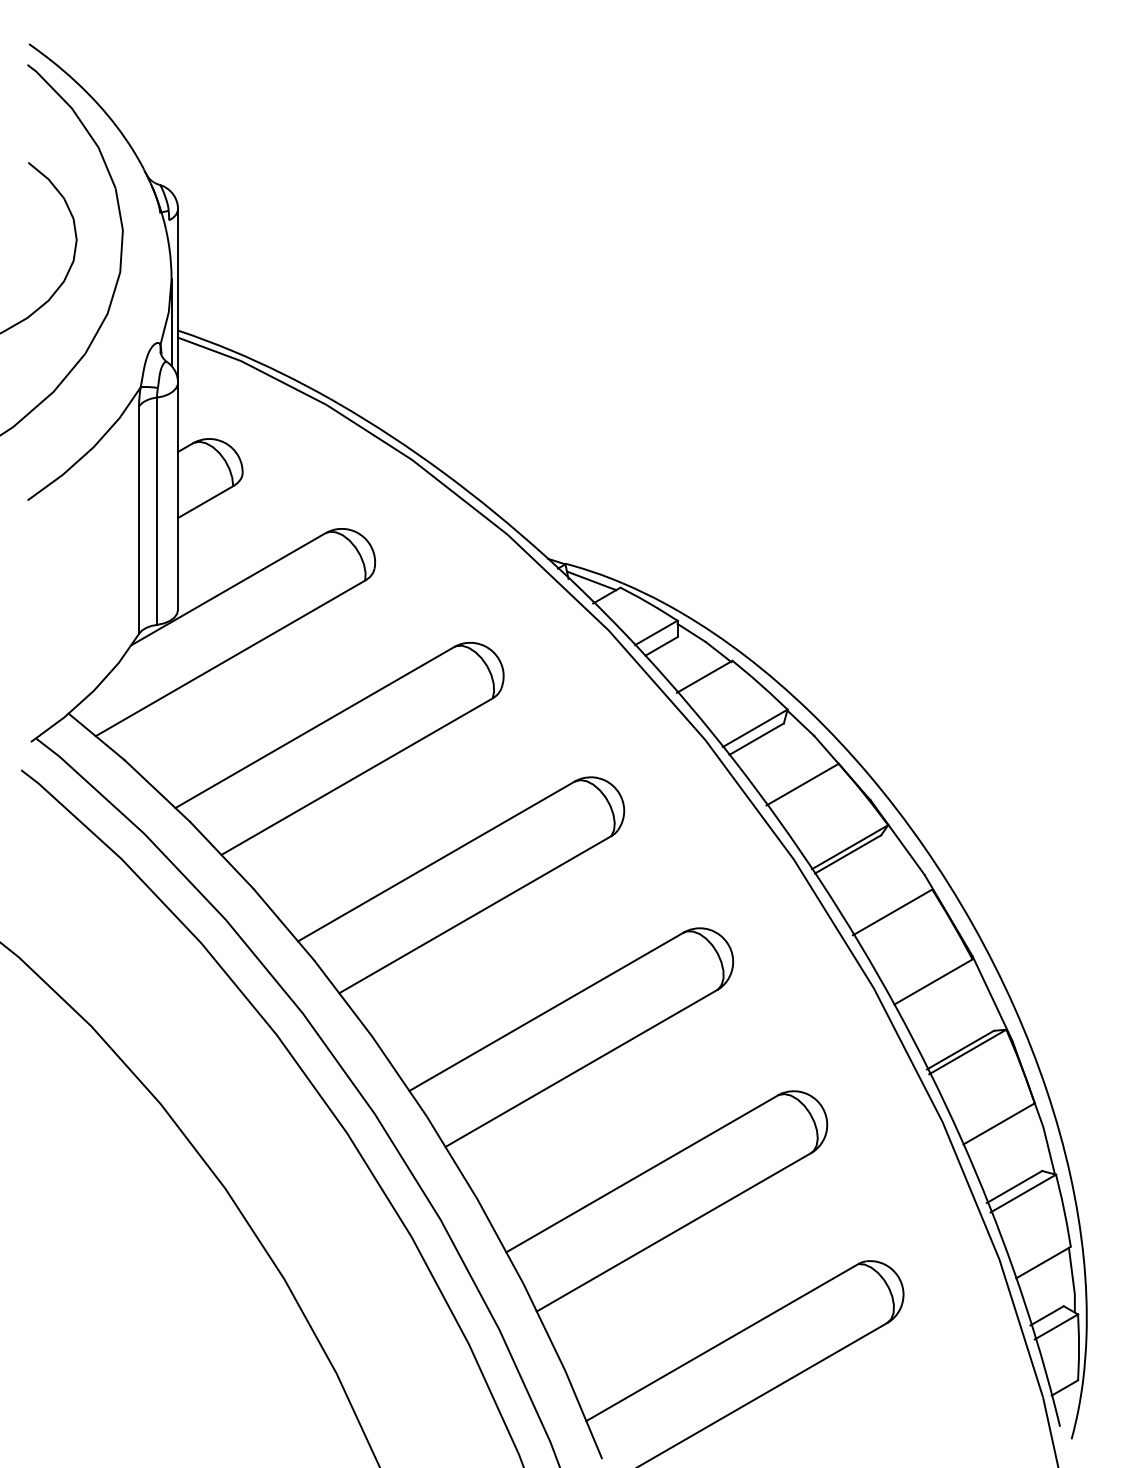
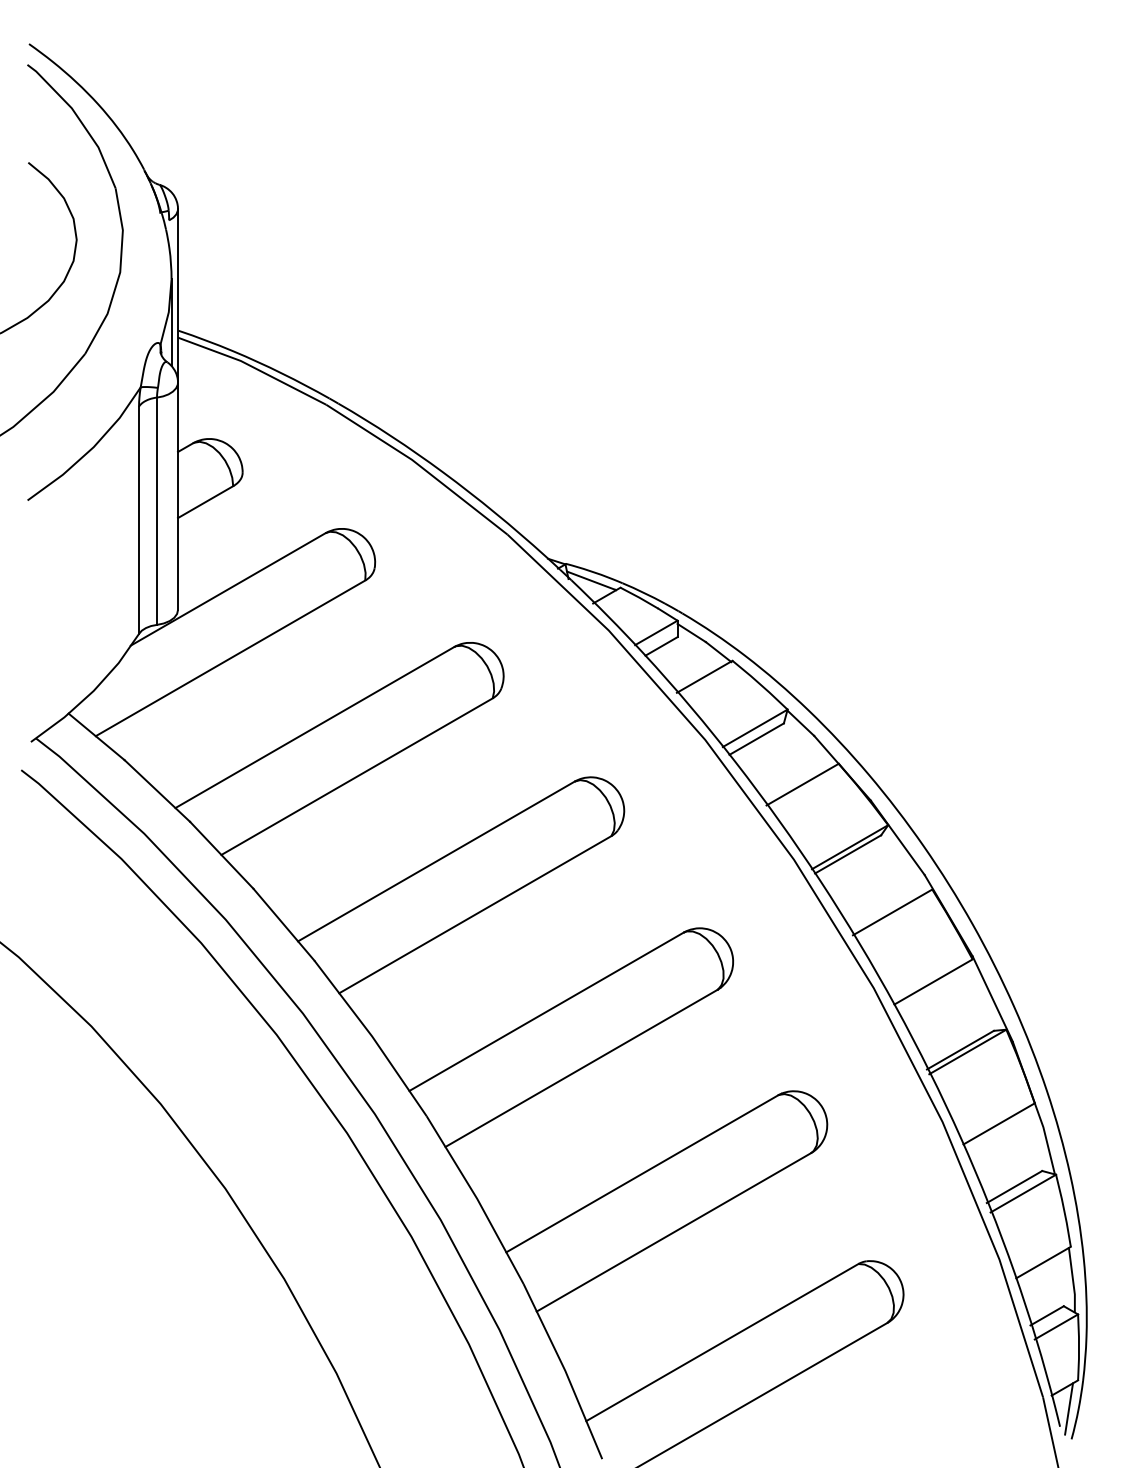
line at (1069, 1408): none -> present
